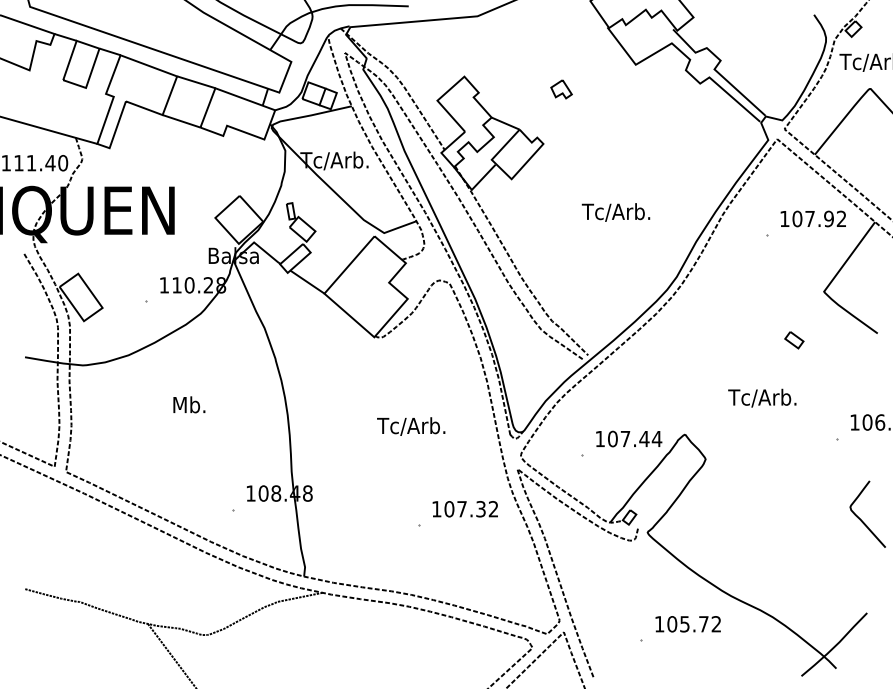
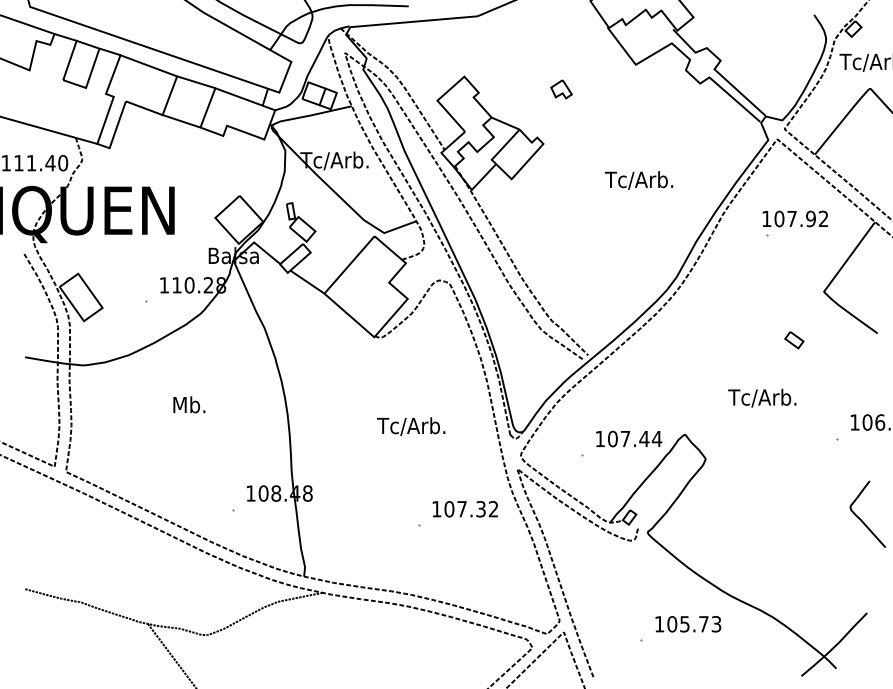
text at (615, 212) position: (615, 212) -> (638, 180)
text at (812, 218) position: (812, 218) -> (794, 218)
text at (716, 624): 105.72 -> 105.73
